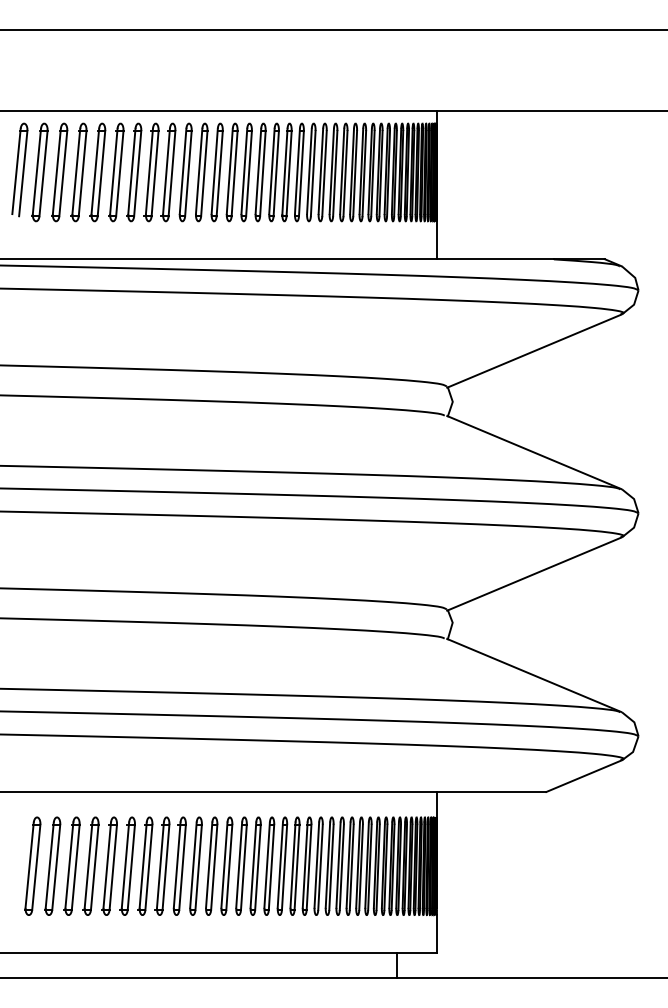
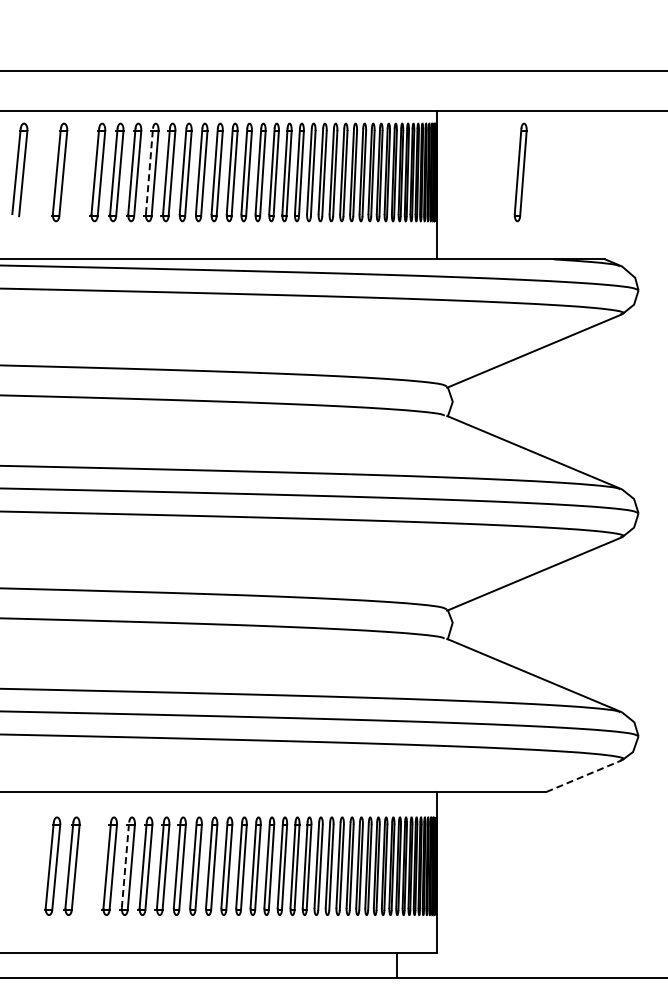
line at (333, 30) position: (333, 30) -> (333, 71)
line at (149, 171): solid -> dashed
part at (39, 172): present -> none
part at (78, 172): present -> none
part at (520, 172): none -> present
line at (584, 775): solid -> dashed
part at (32, 865): present -> none
part at (90, 865): present -> none
line at (125, 865): solid -> dashed
